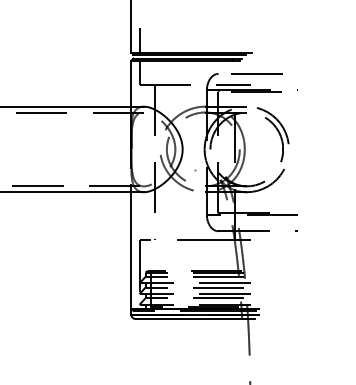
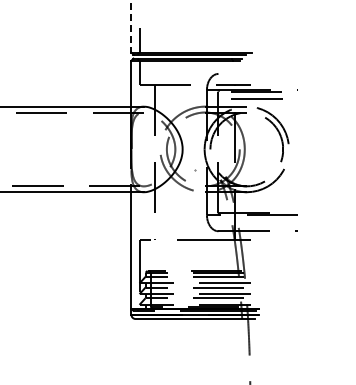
line at (131, 26): solid -> dashed
line at (256, 73) position: (256, 73) -> (256, 98)
